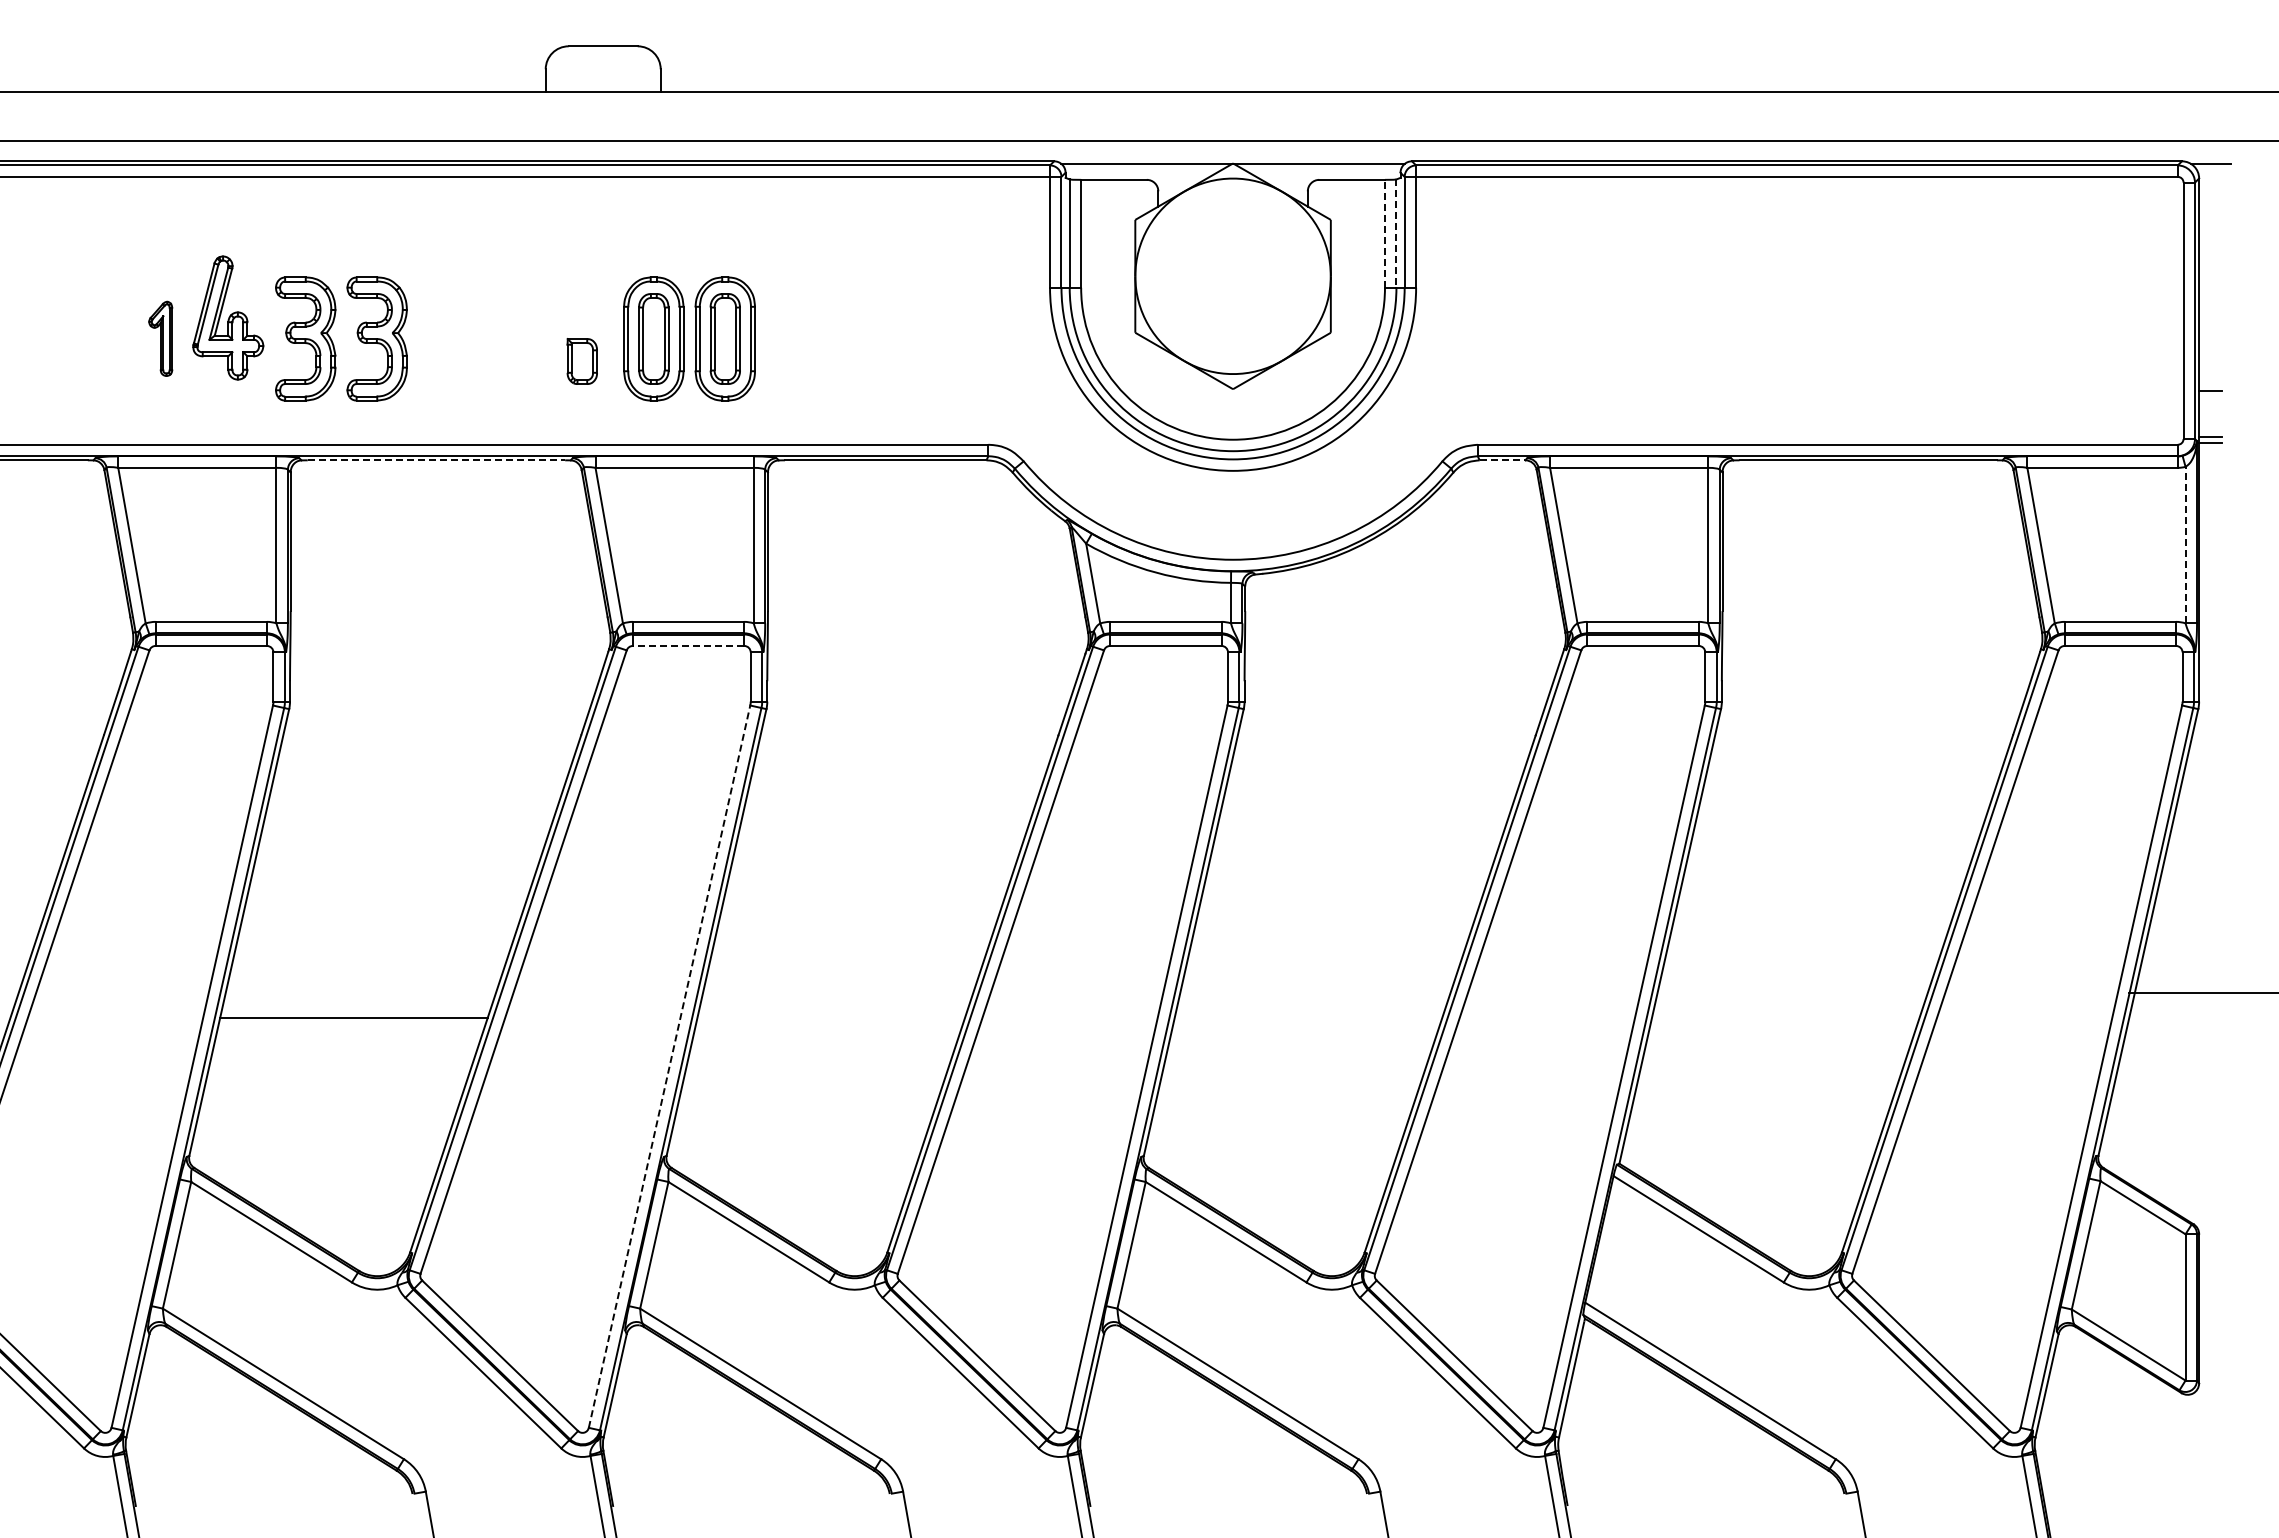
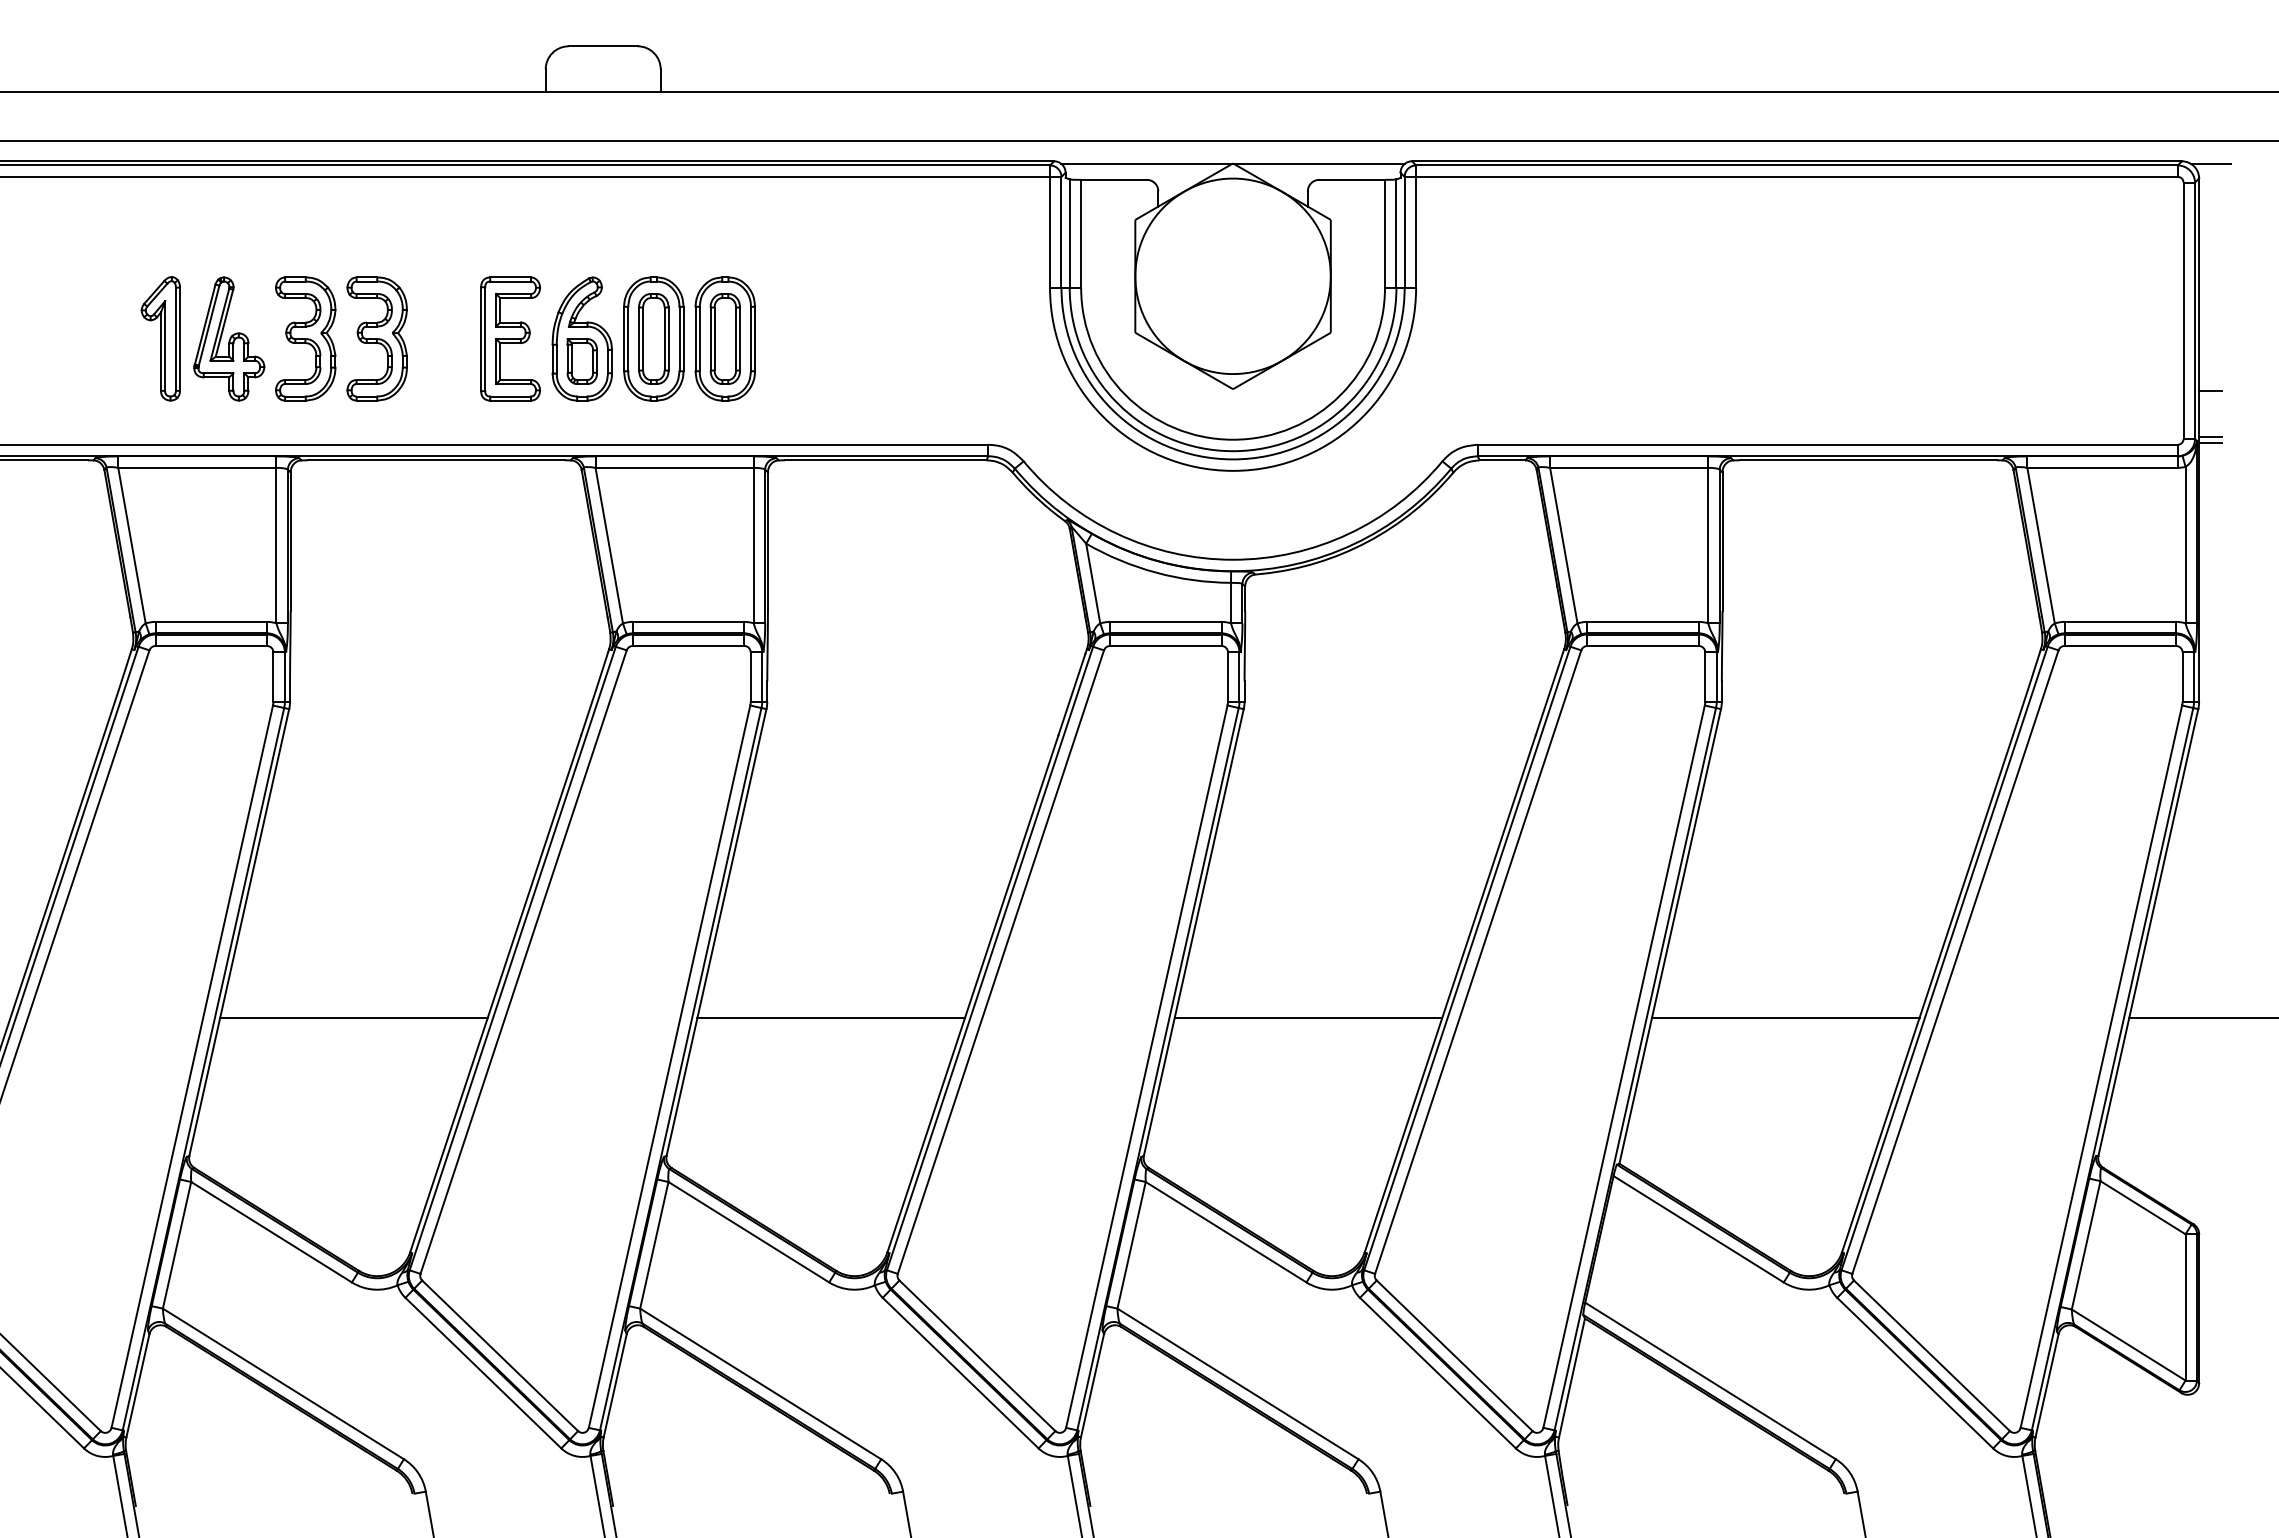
line at (1384, 233): dashed -> solid
line at (1396, 234): dashed -> solid
part at (228, 317) position: (228, 317) -> (229, 338)
part at (160, 338) size: 26x77 px -> 41x126 px
part at (510, 338): none -> present
part at (581, 338): none -> present
line at (436, 460): dashed -> solid
line at (1502, 460): dashed -> solid
line at (2185, 544): dashed -> solid
line at (688, 645): dashed -> solid
line at (2202, 992) position: (2202, 992) -> (2202, 1017)
line at (831, 1017): none -> present
line at (1308, 1017): none -> present
line at (1785, 1017): none -> present
line at (669, 1066): dashed -> solid
